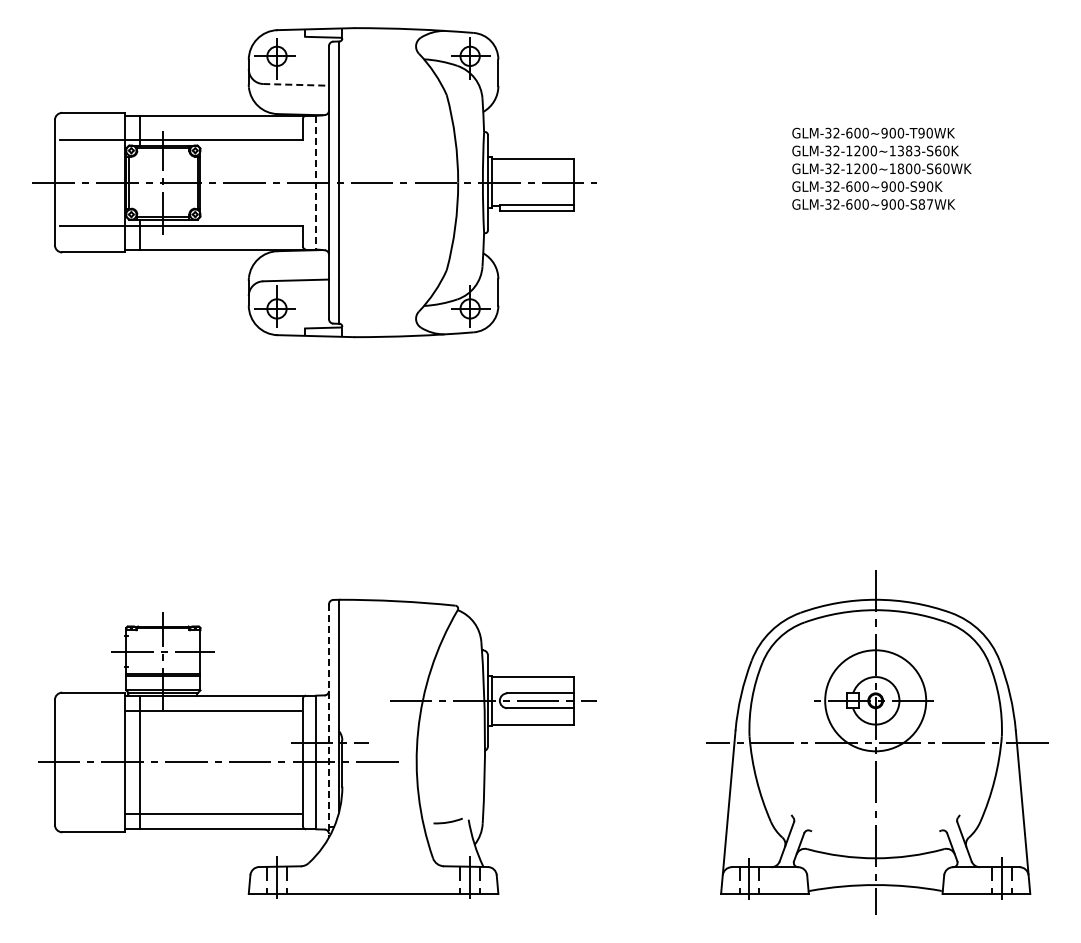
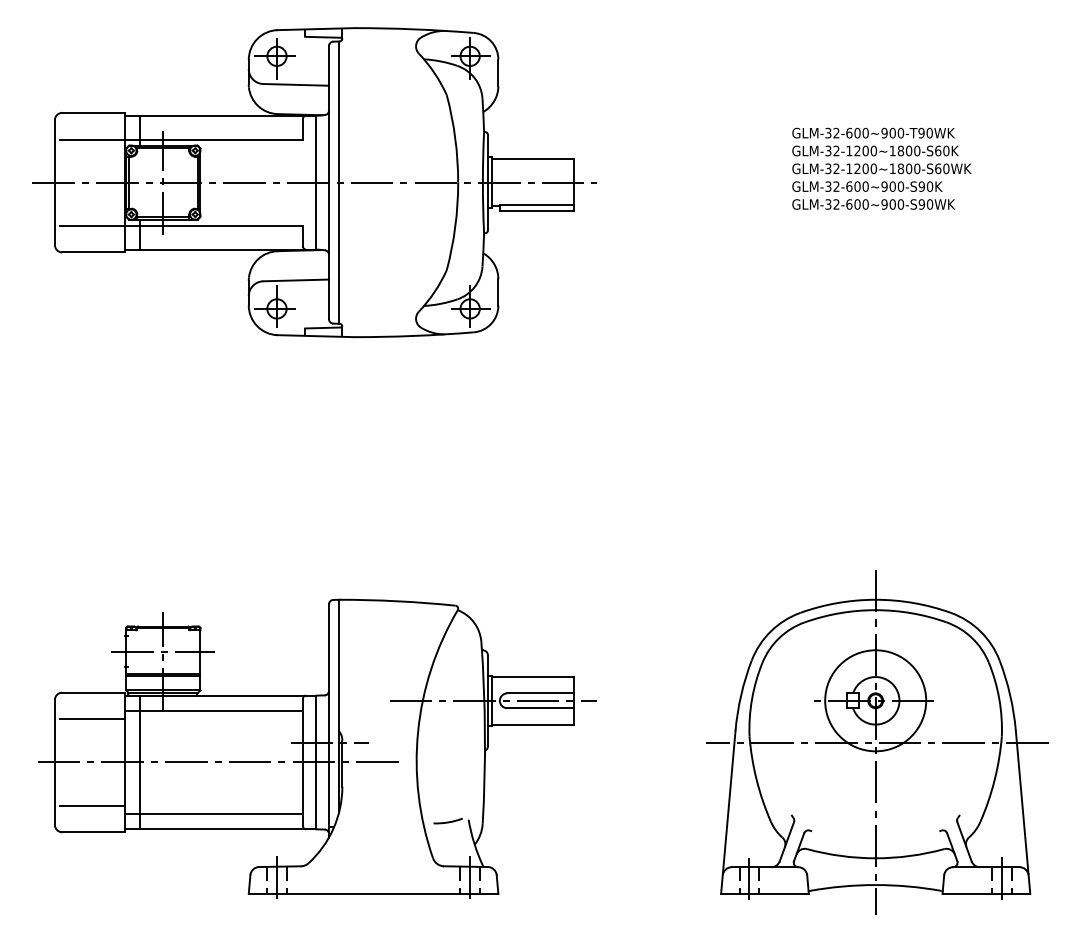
line at (296, 84): dashed -> solid
text at (908, 150): GLM-32-1200~1383-S60K -> GLM-32-1200~1800-S60K
line at (316, 182): dashed -> solid
text at (925, 204): GLM-32-600~900-S87WK -> GLM-32-600~900-S90WK
line at (92, 719): none -> present
line at (329, 720): dashed -> solid
line at (92, 805): none -> present
